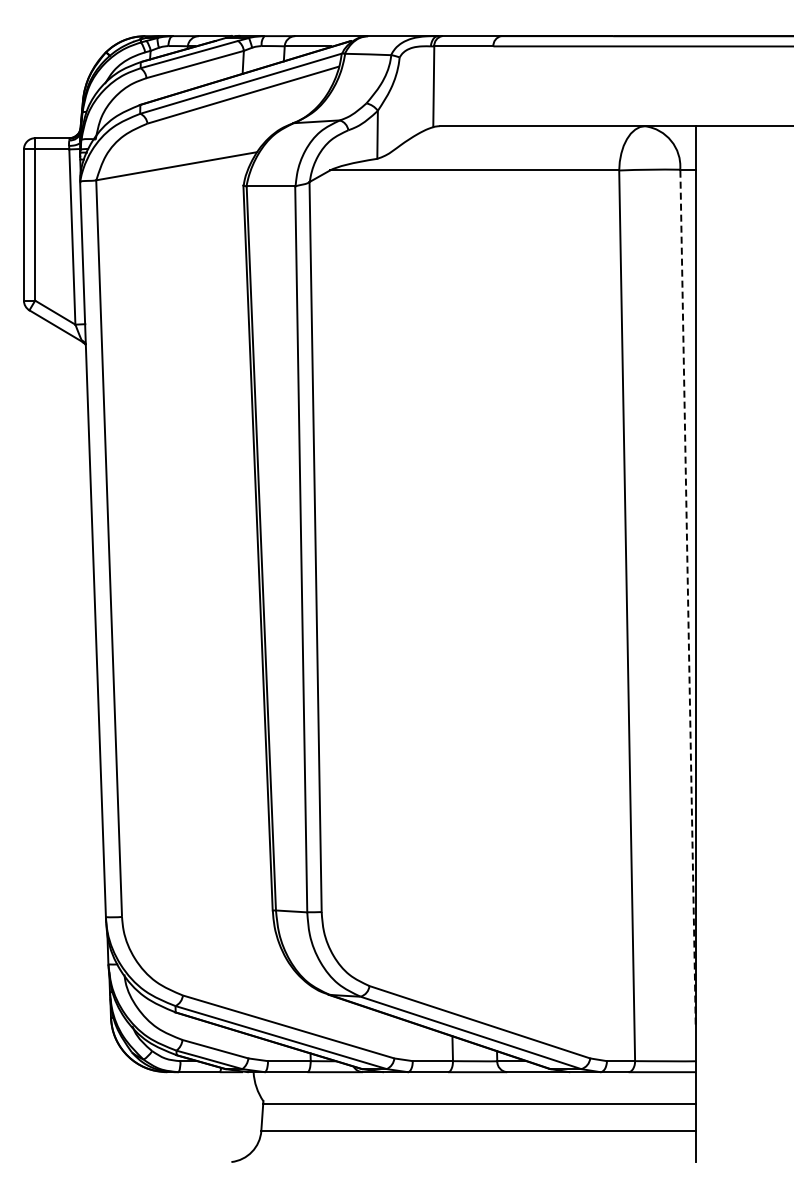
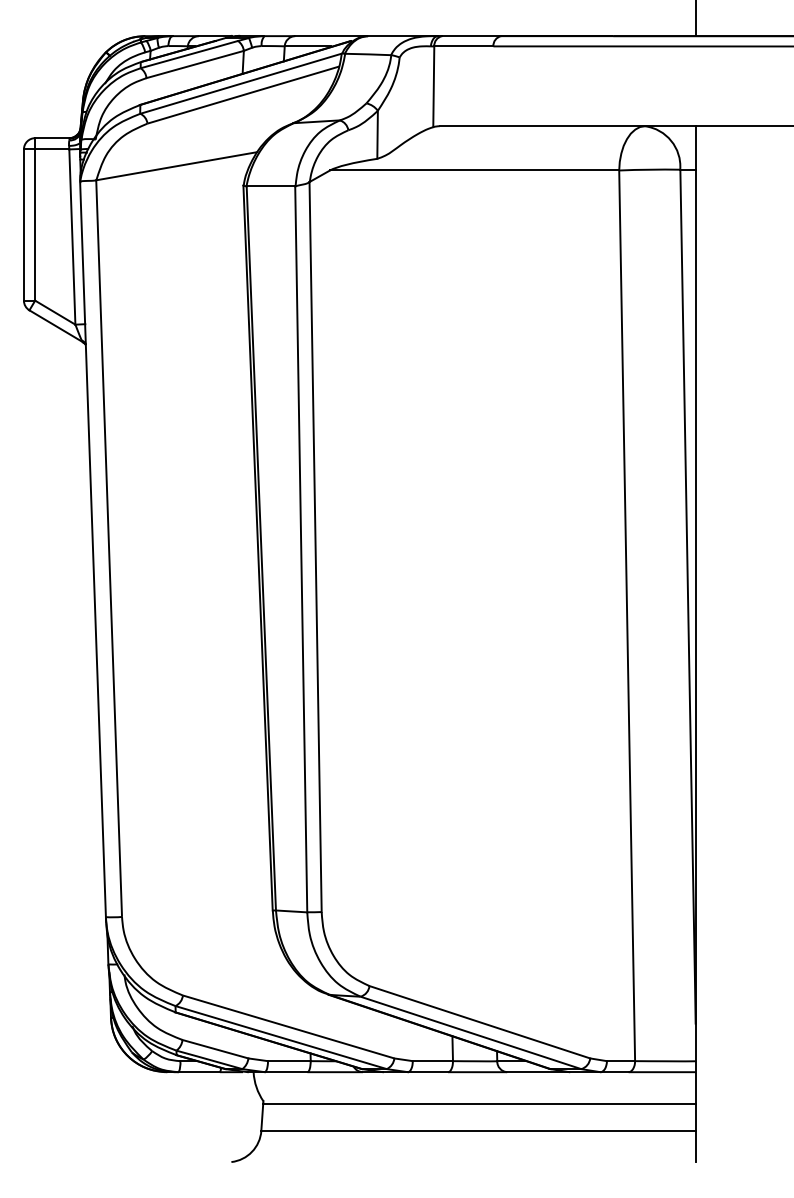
line at (695, 19): none -> present
line at (688, 598): dashed -> solid
